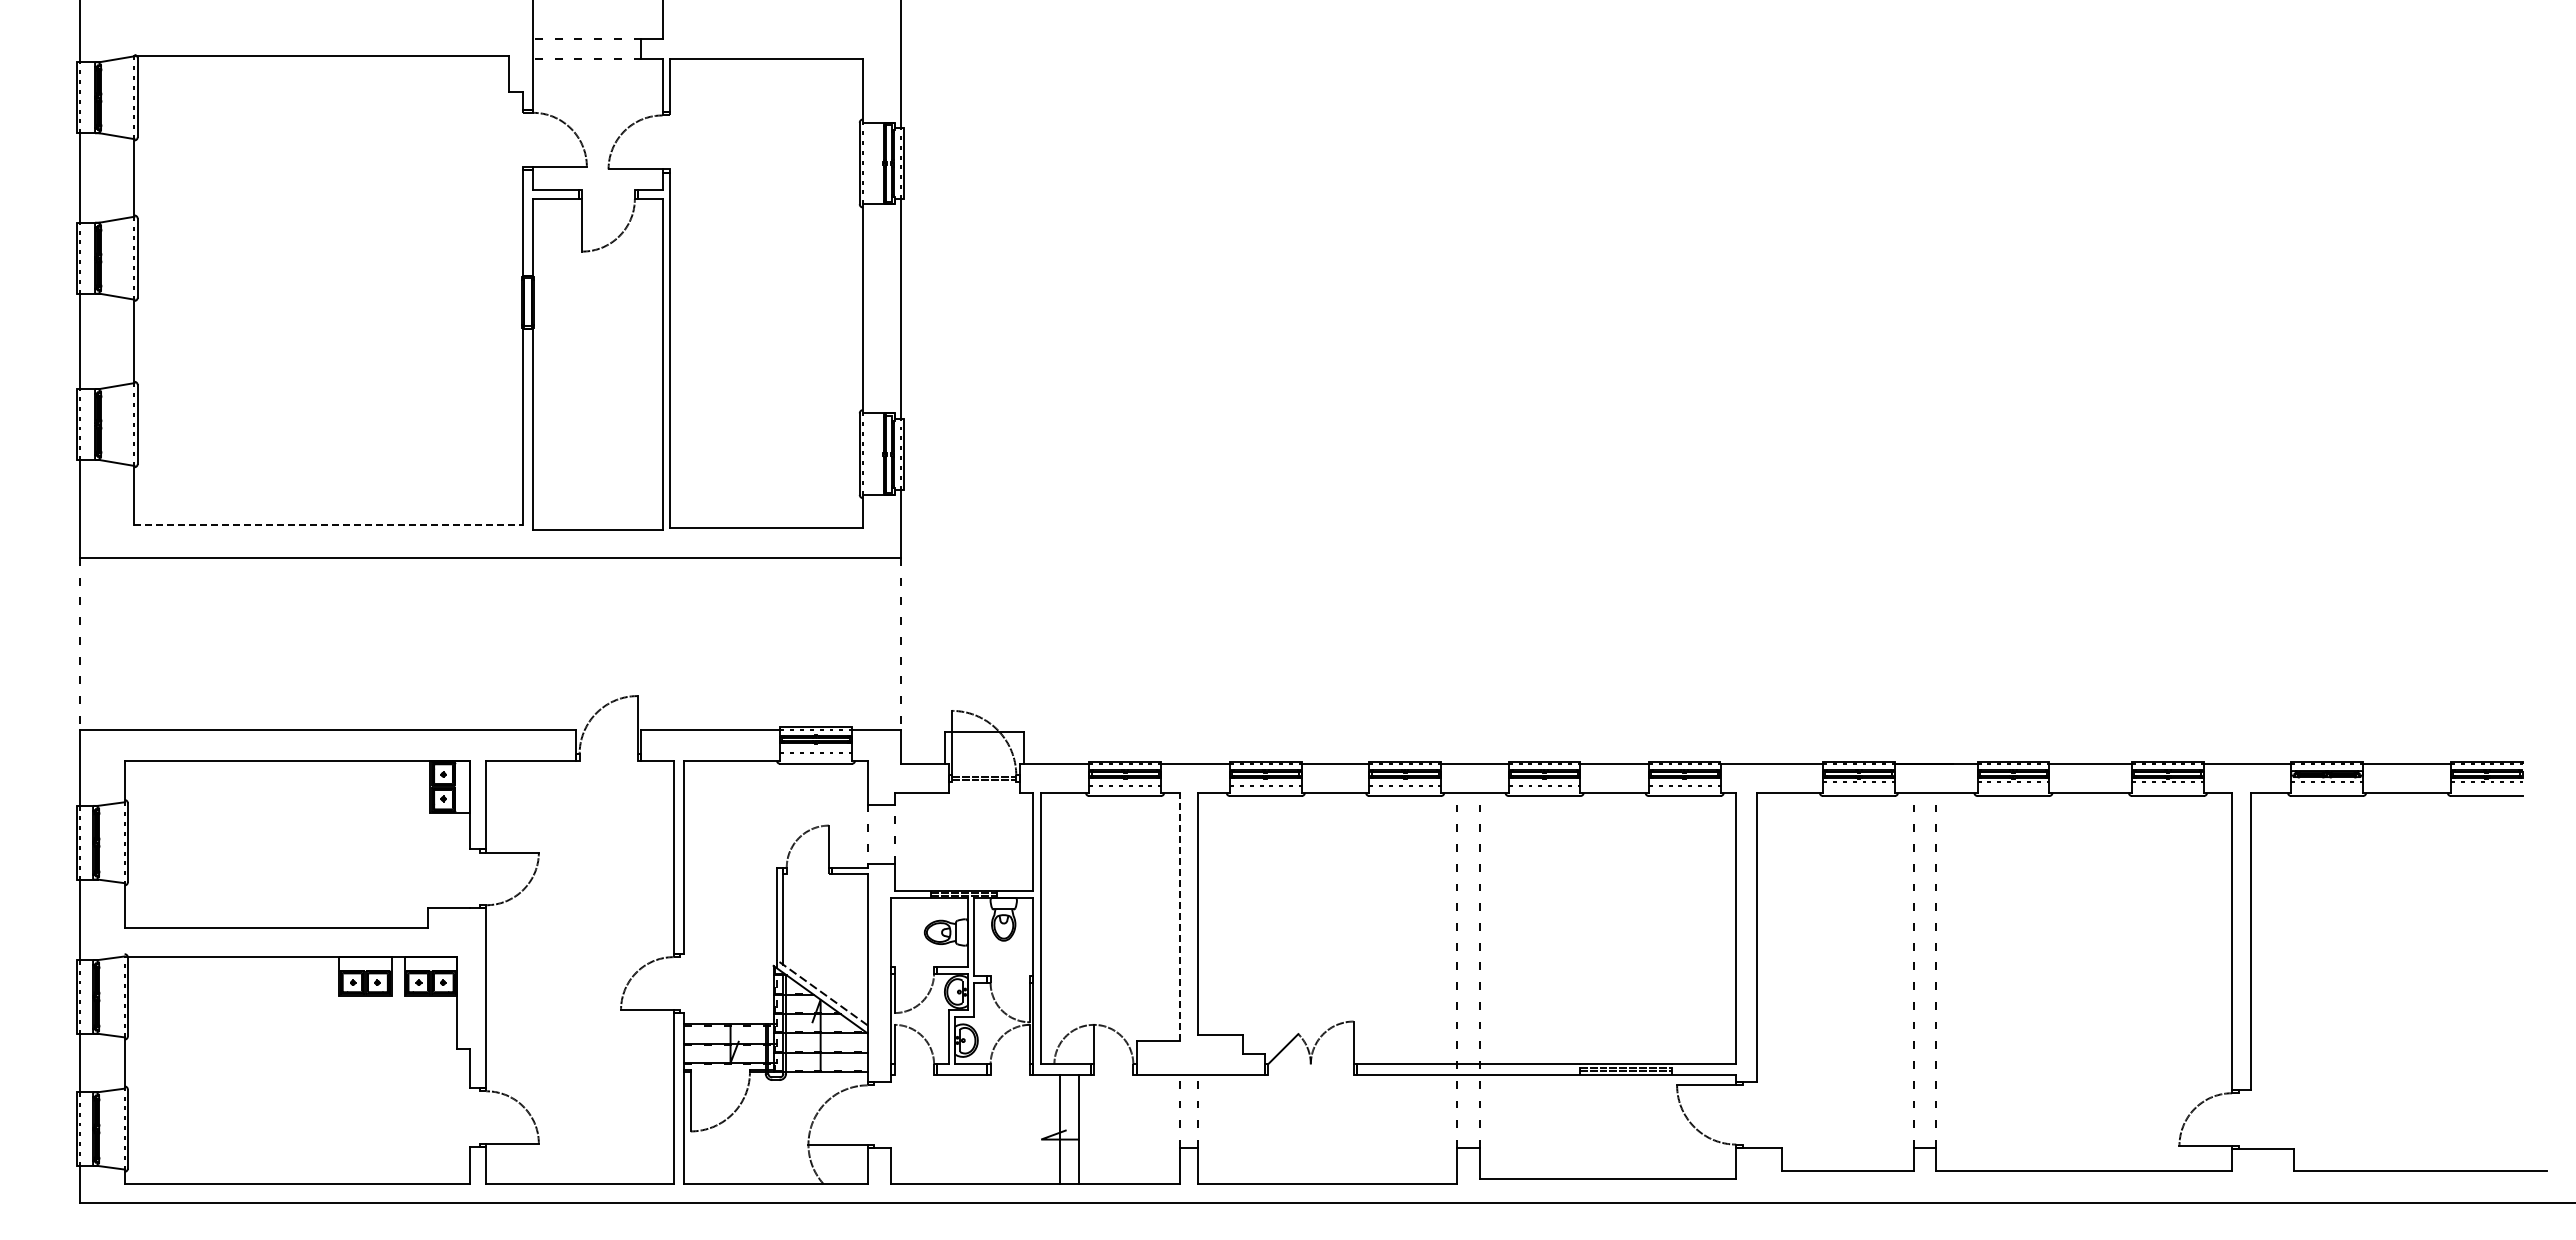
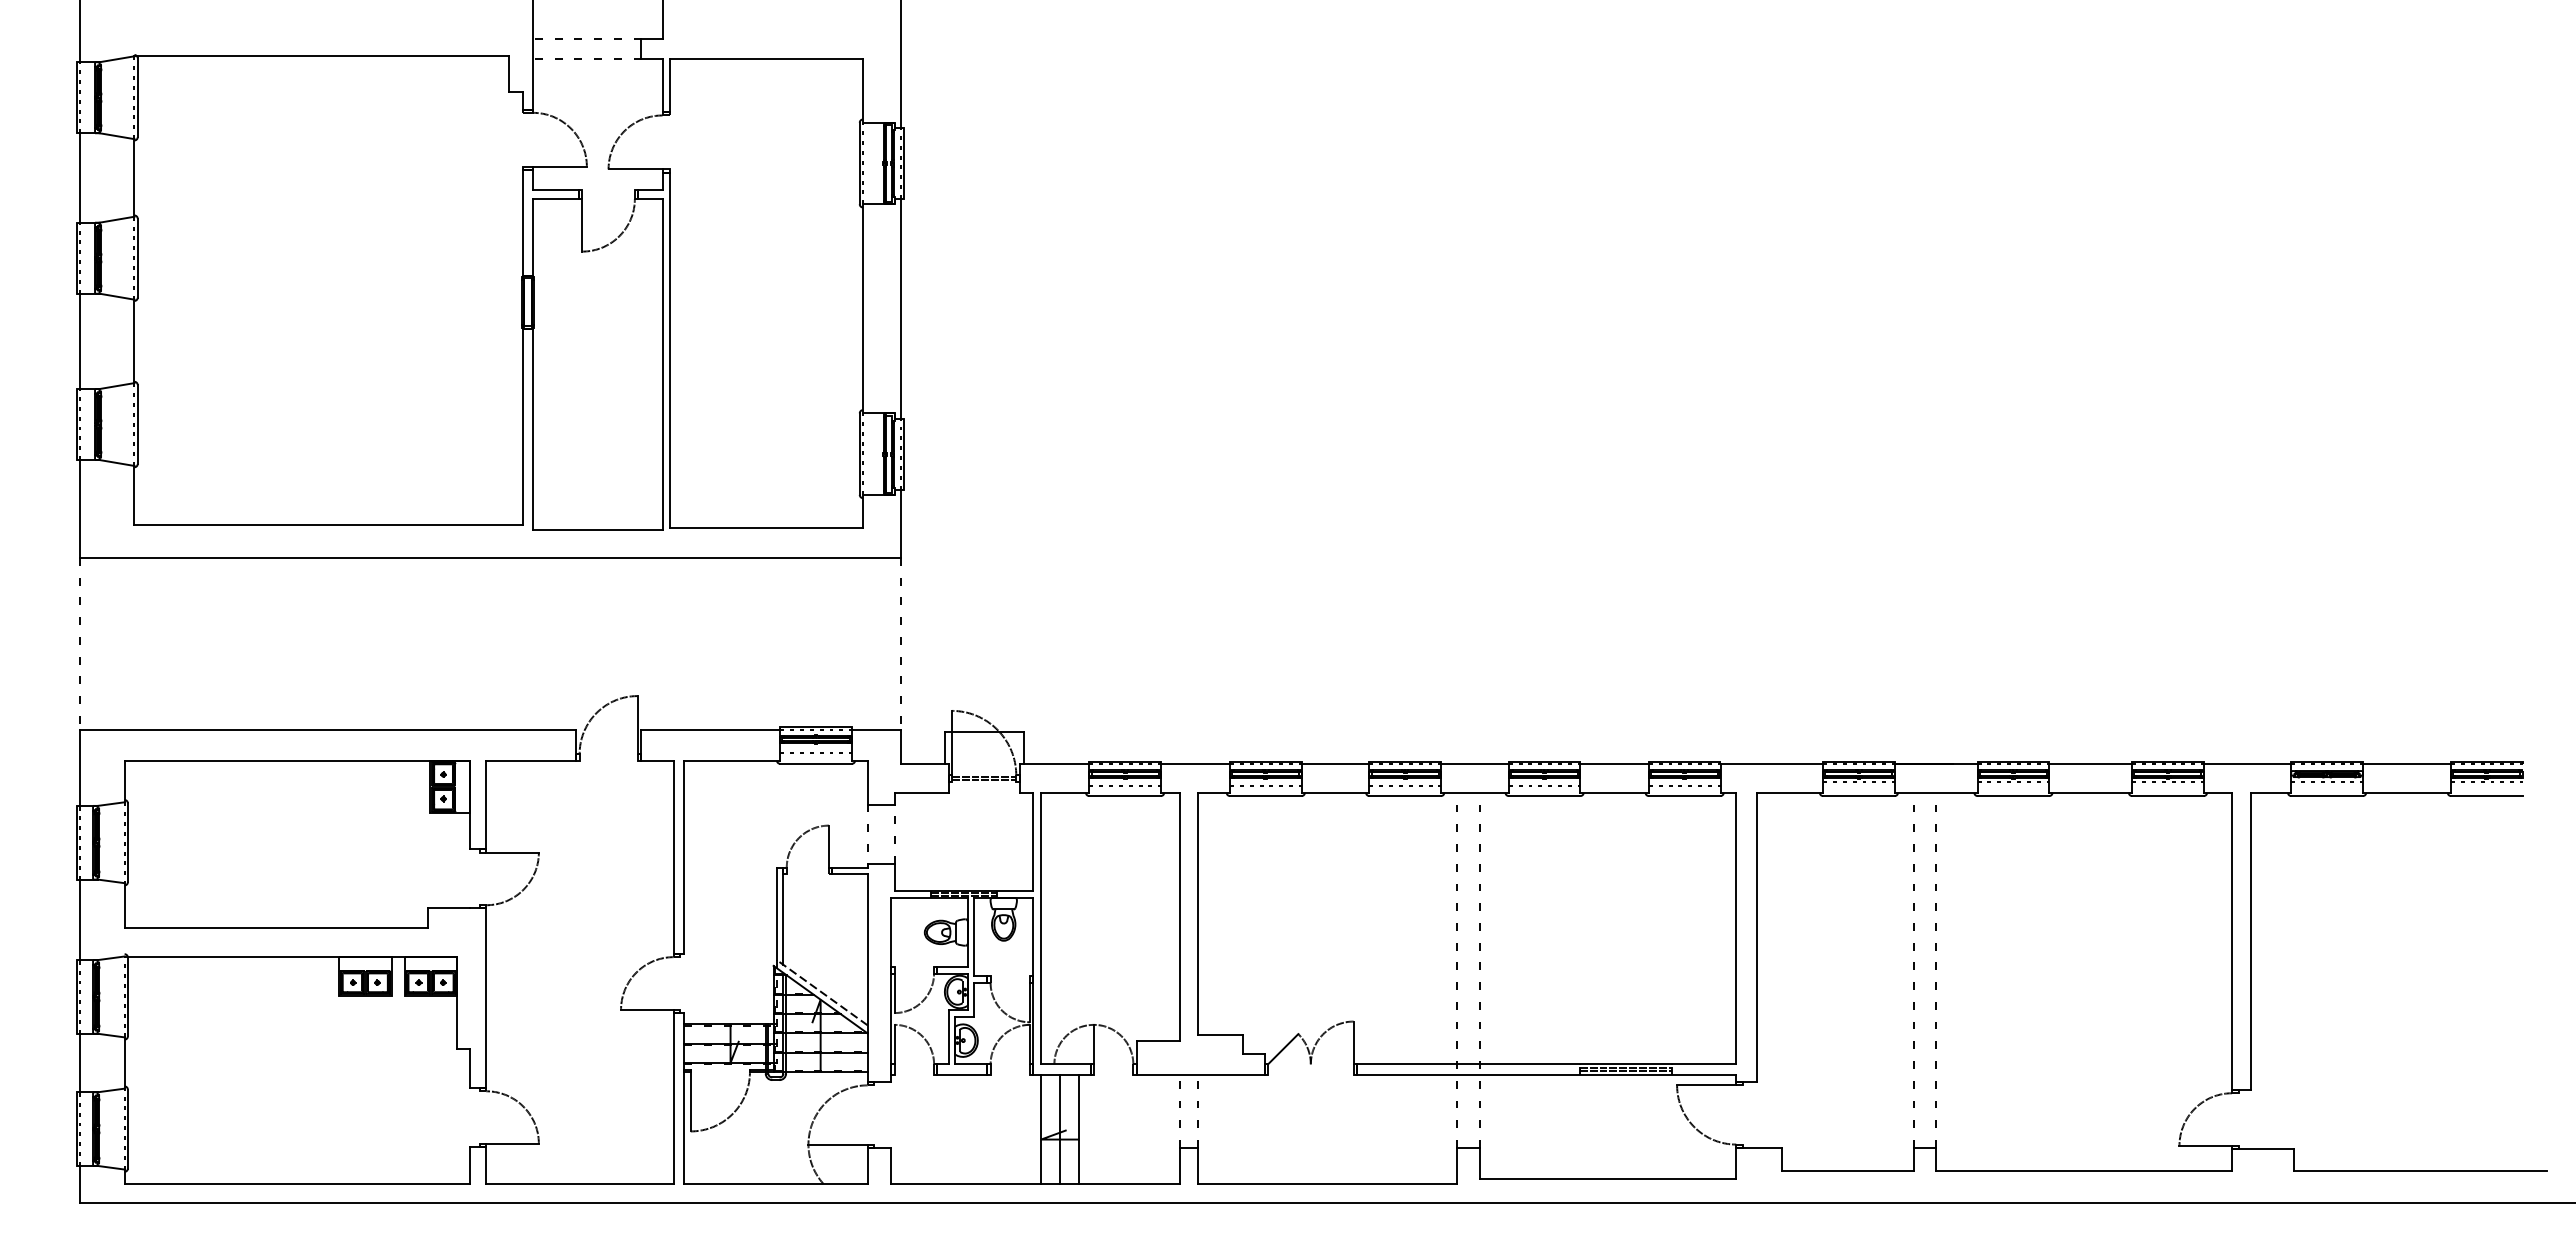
line at (329, 525): dashed -> solid
line at (1179, 916): dashed -> solid
line at (1041, 1129): none -> present
